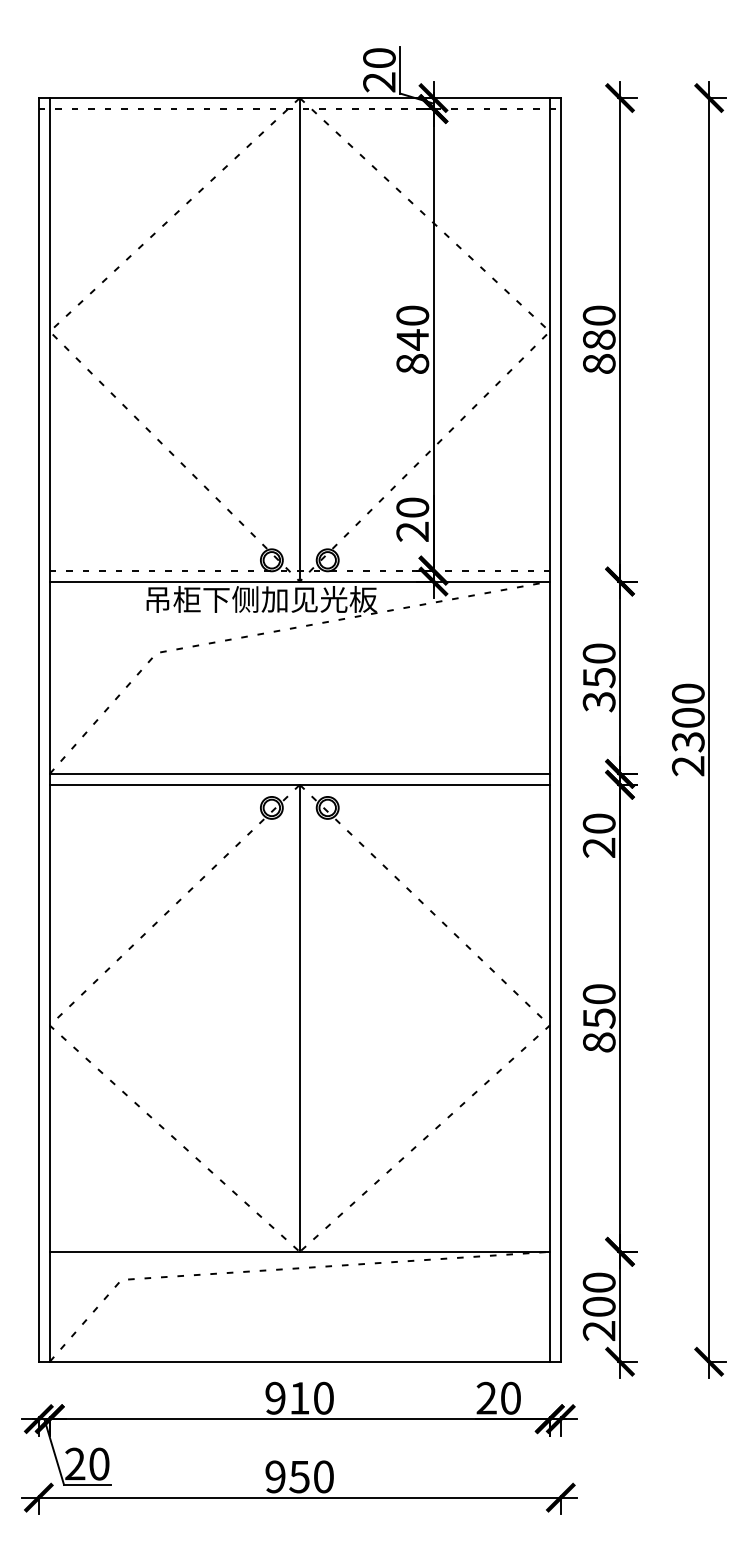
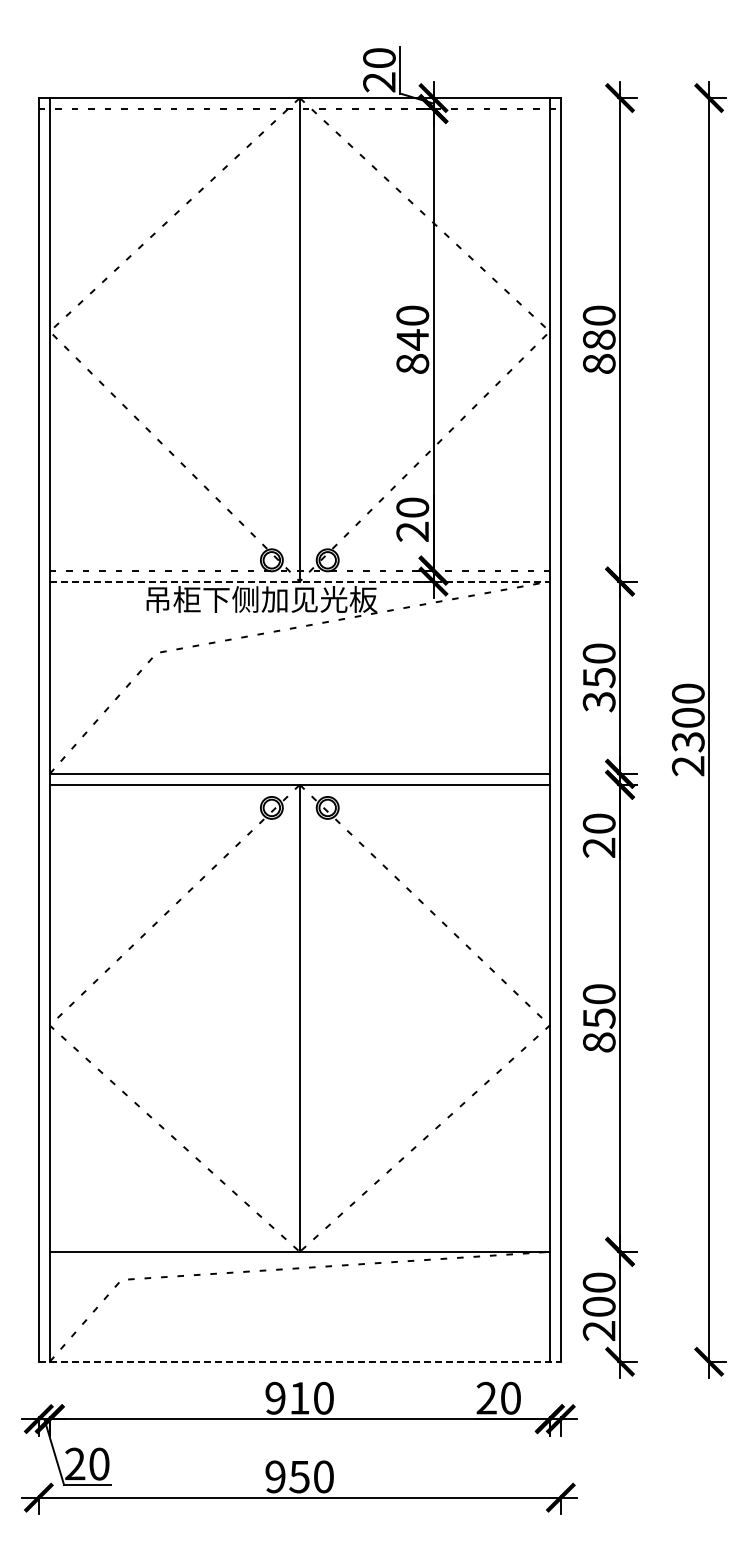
line at (299, 581): solid -> dashed
line at (299, 1361): solid -> dashed
